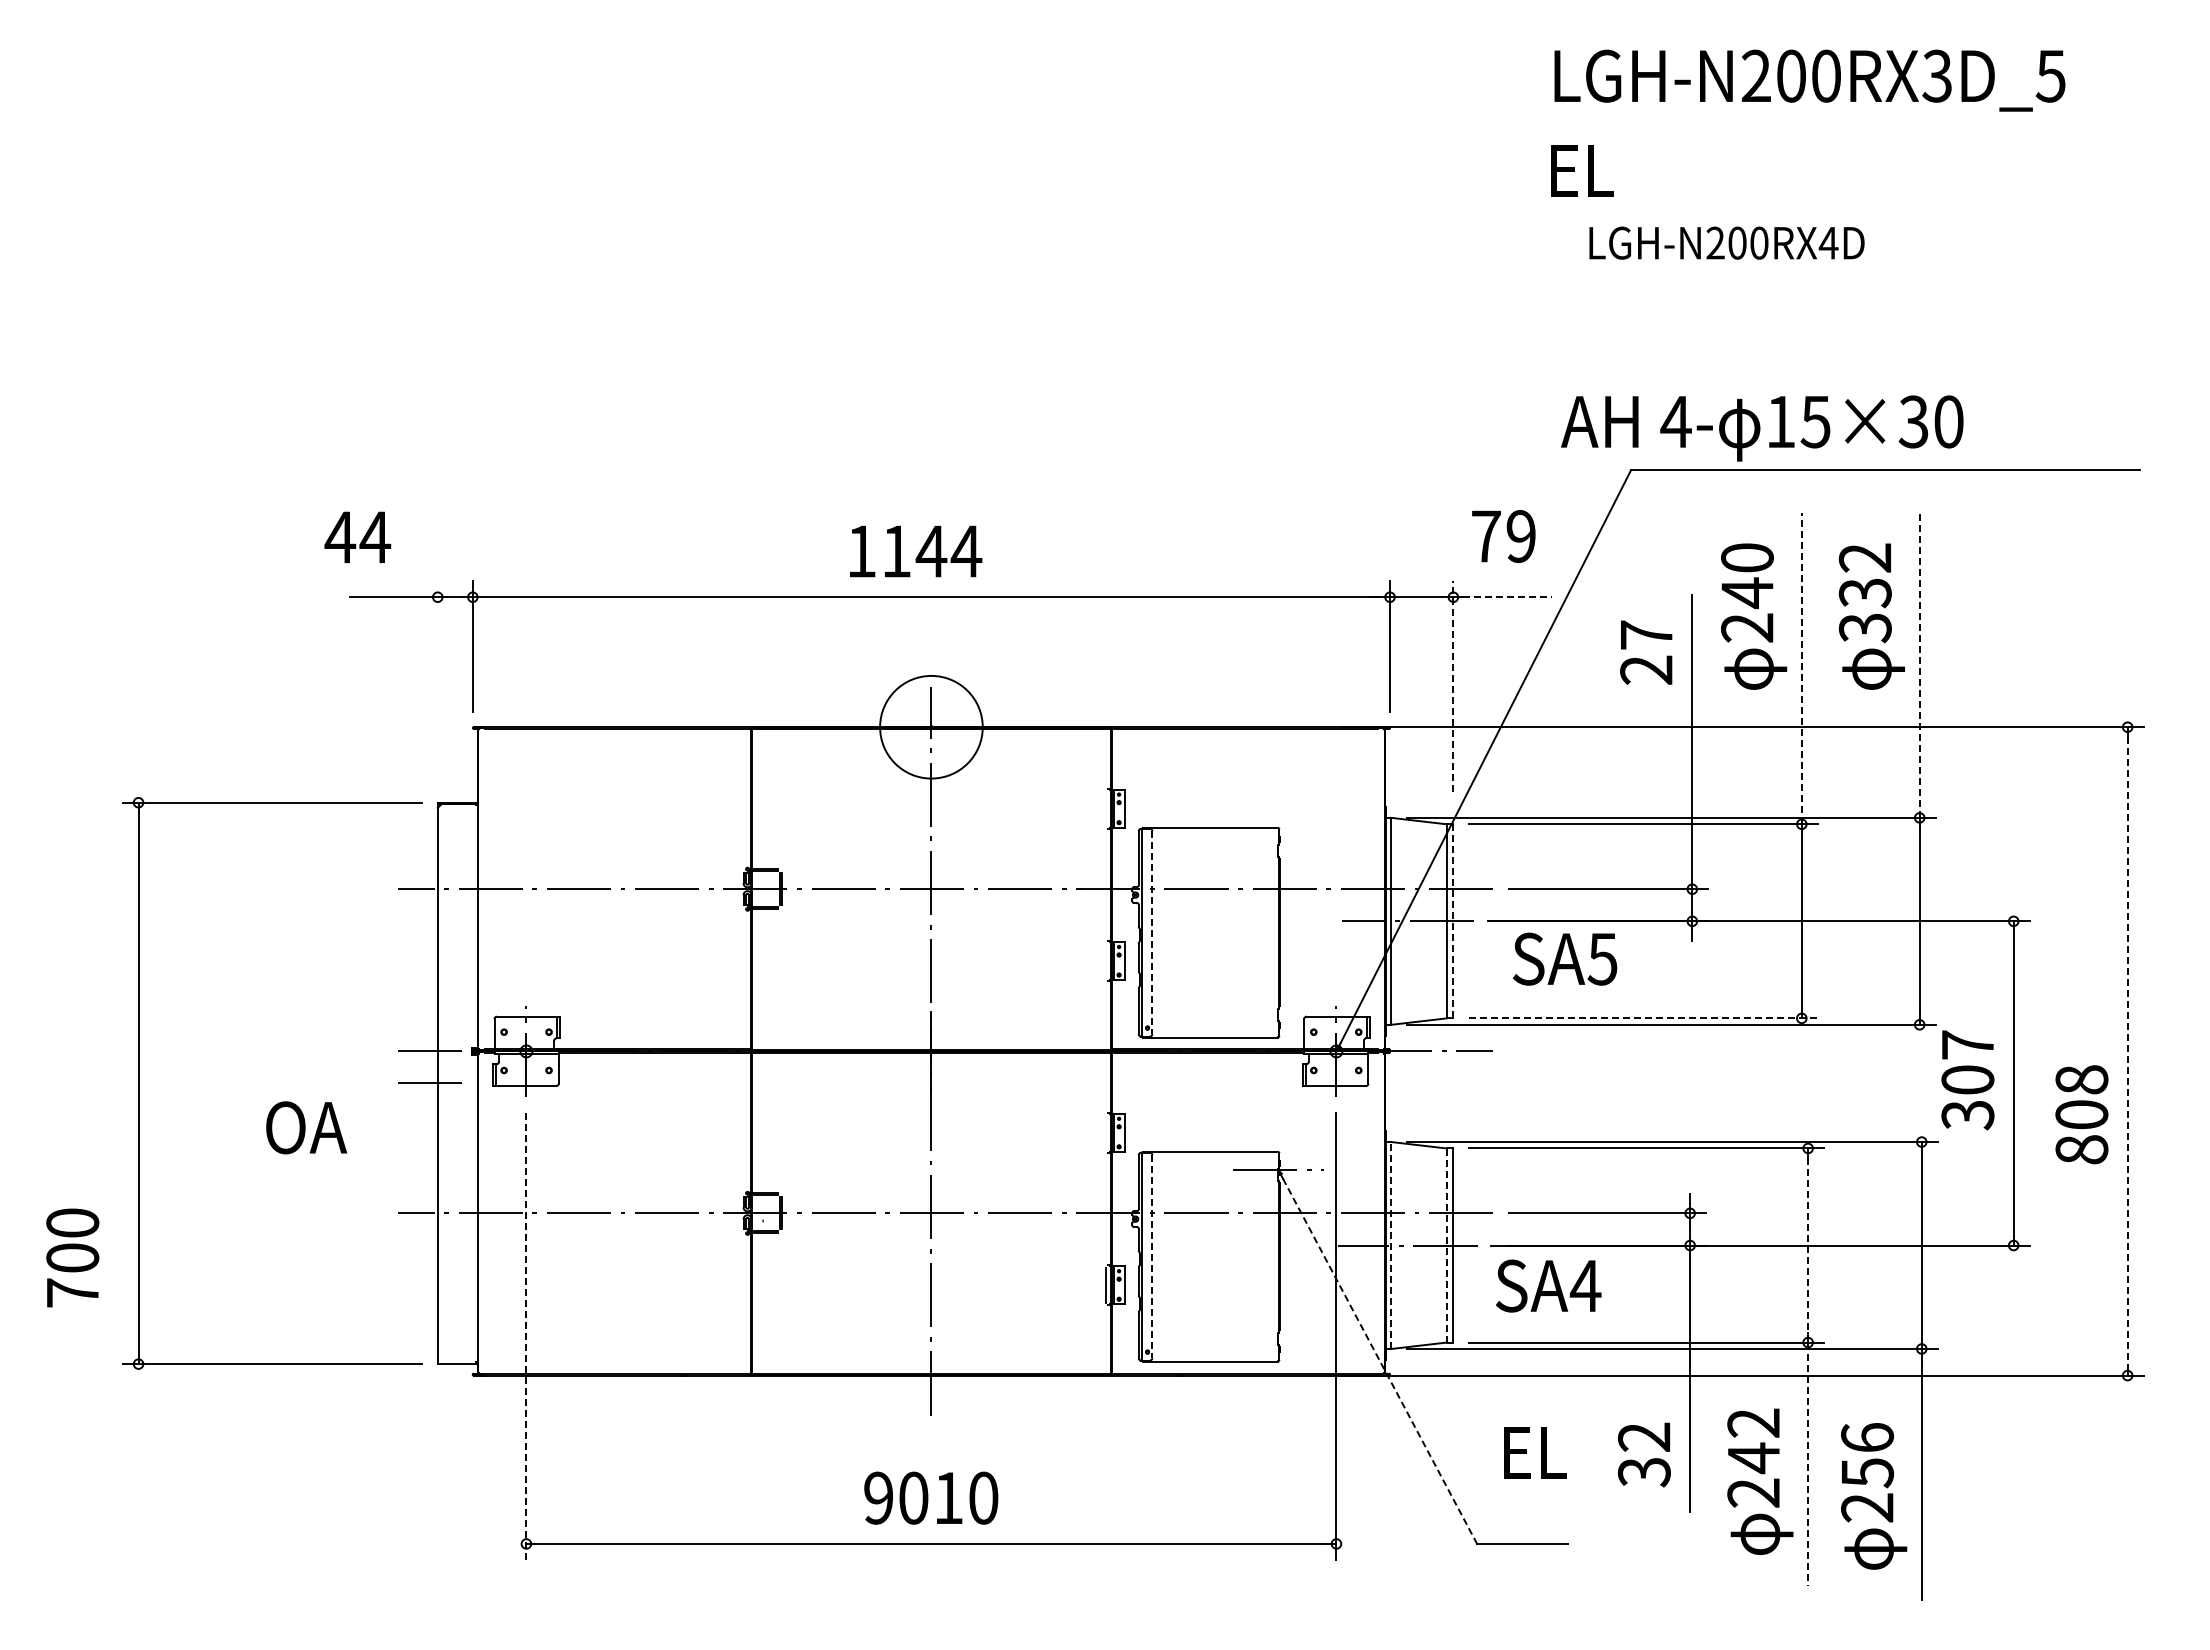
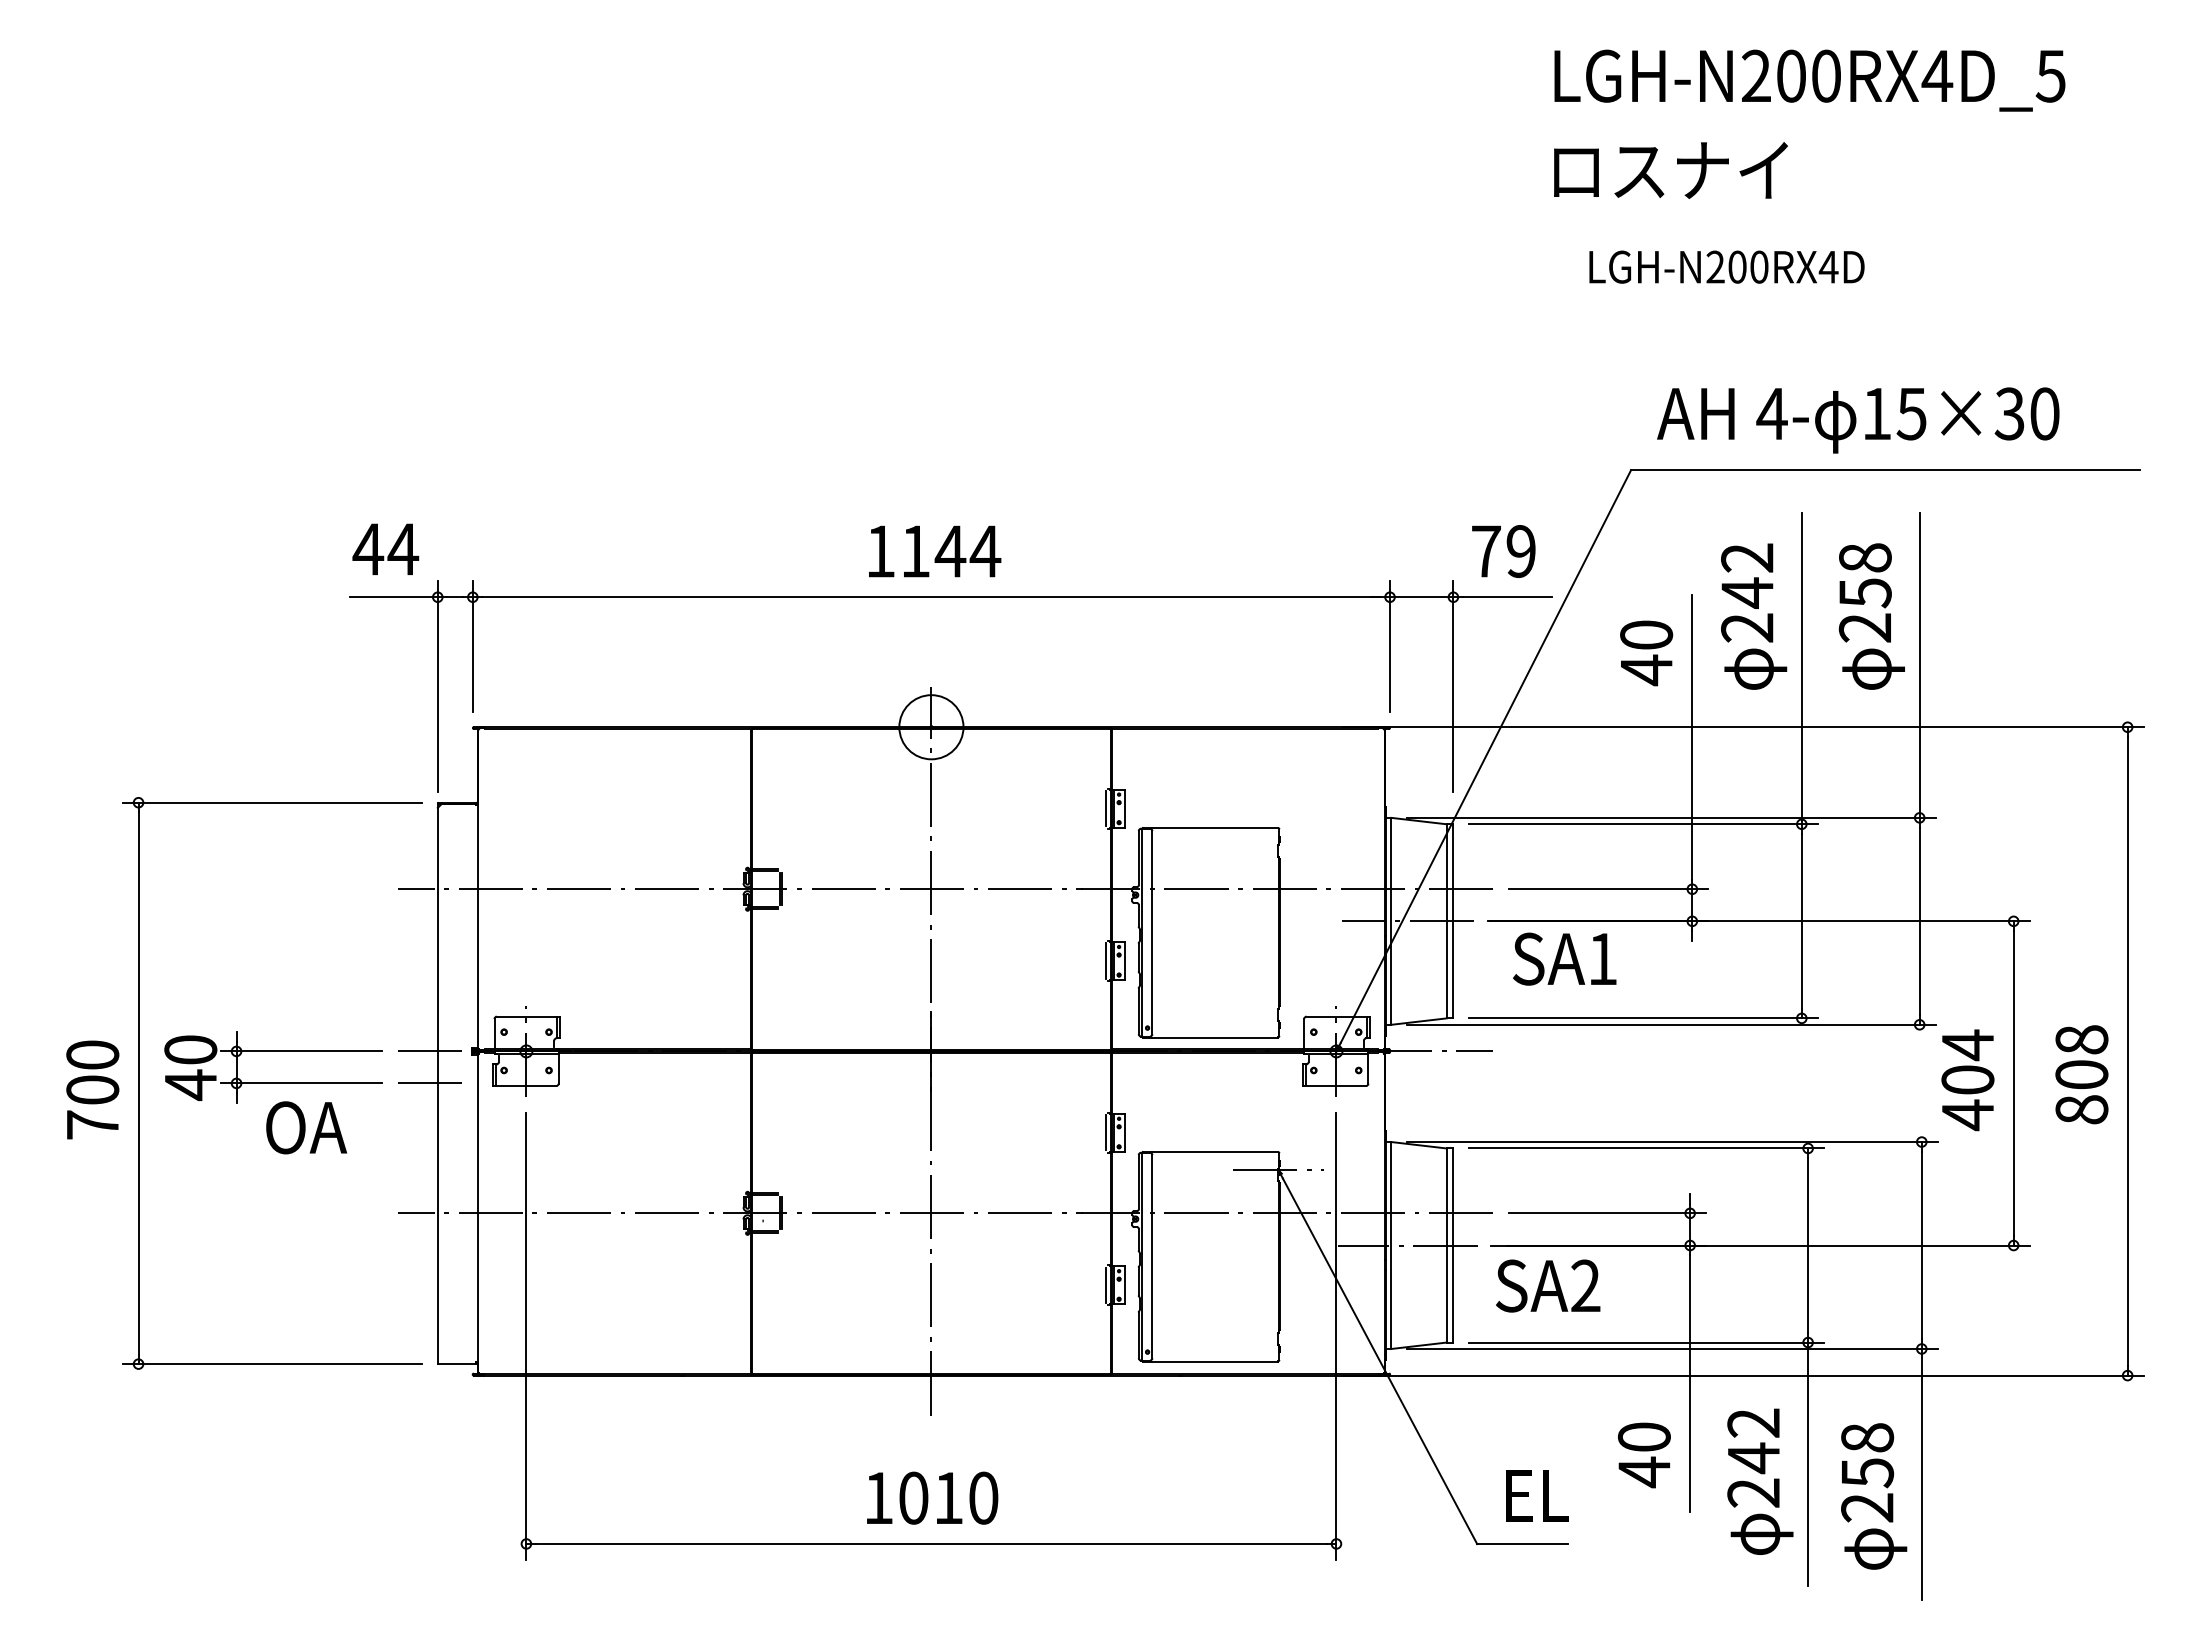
text at (1937, 75): LGH-N200RX3D_5 -> LGH-N200RX4D_5
text at (1669, 170): EL -> ロスナイ
text at (1726, 242) position: (1726, 242) -> (1726, 266)
text at (1762, 428) position: (1762, 428) -> (1858, 420)
text at (357, 536) position: (357, 536) -> (385, 548)
text at (1503, 536) position: (1503, 536) -> (1503, 551)
text at (916, 551) position: (916, 551) -> (935, 551)
text at (1747, 557): 240 -> 242
text at (1864, 593): 332 -> 258
line at (1507, 597): dashed -> solid
text at (1646, 653): 27 -> 40
line at (1919, 664): dashed -> solid
line at (1801, 668): dashed -> solid
line at (437, 686): none -> present
line at (1453, 686): dashed -> solid
circle at (931, 726) diameter: 103 px -> 64 px
line at (1105, 808): none -> present
line at (1453, 920): dashed -> solid
line at (1152, 932): dashed -> solid
text at (1602, 959): SA5 -> SA1
line at (1105, 960): none -> present
line at (1644, 1018): dashed -> solid
line at (2127, 1051): dashed -> solid
text at (1967, 1080): 307 -> 404
part at (273, 1082): none -> present
text at (2081, 1114) position: (2081, 1114) -> (2081, 1074)
line at (1105, 1132): none -> present
line at (1391, 1245): dashed -> solid
line at (1446, 1245): dashed -> solid
line at (1808, 1246): dashed -> solid
line at (1152, 1256): dashed -> solid
text at (72, 1257) position: (72, 1257) -> (92, 1089)
text at (1585, 1285): SA4 -> SA2
line at (526, 1336): dashed -> solid
line at (1380, 1361): dashed -> solid
text at (1867, 1437): 256 -> 258
text at (1535, 1452) position: (1535, 1452) -> (1537, 1495)
text at (1643, 1455): 32 -> 40
line at (1808, 1464): dashed -> solid
text at (878, 1497): 9010 -> 1010
